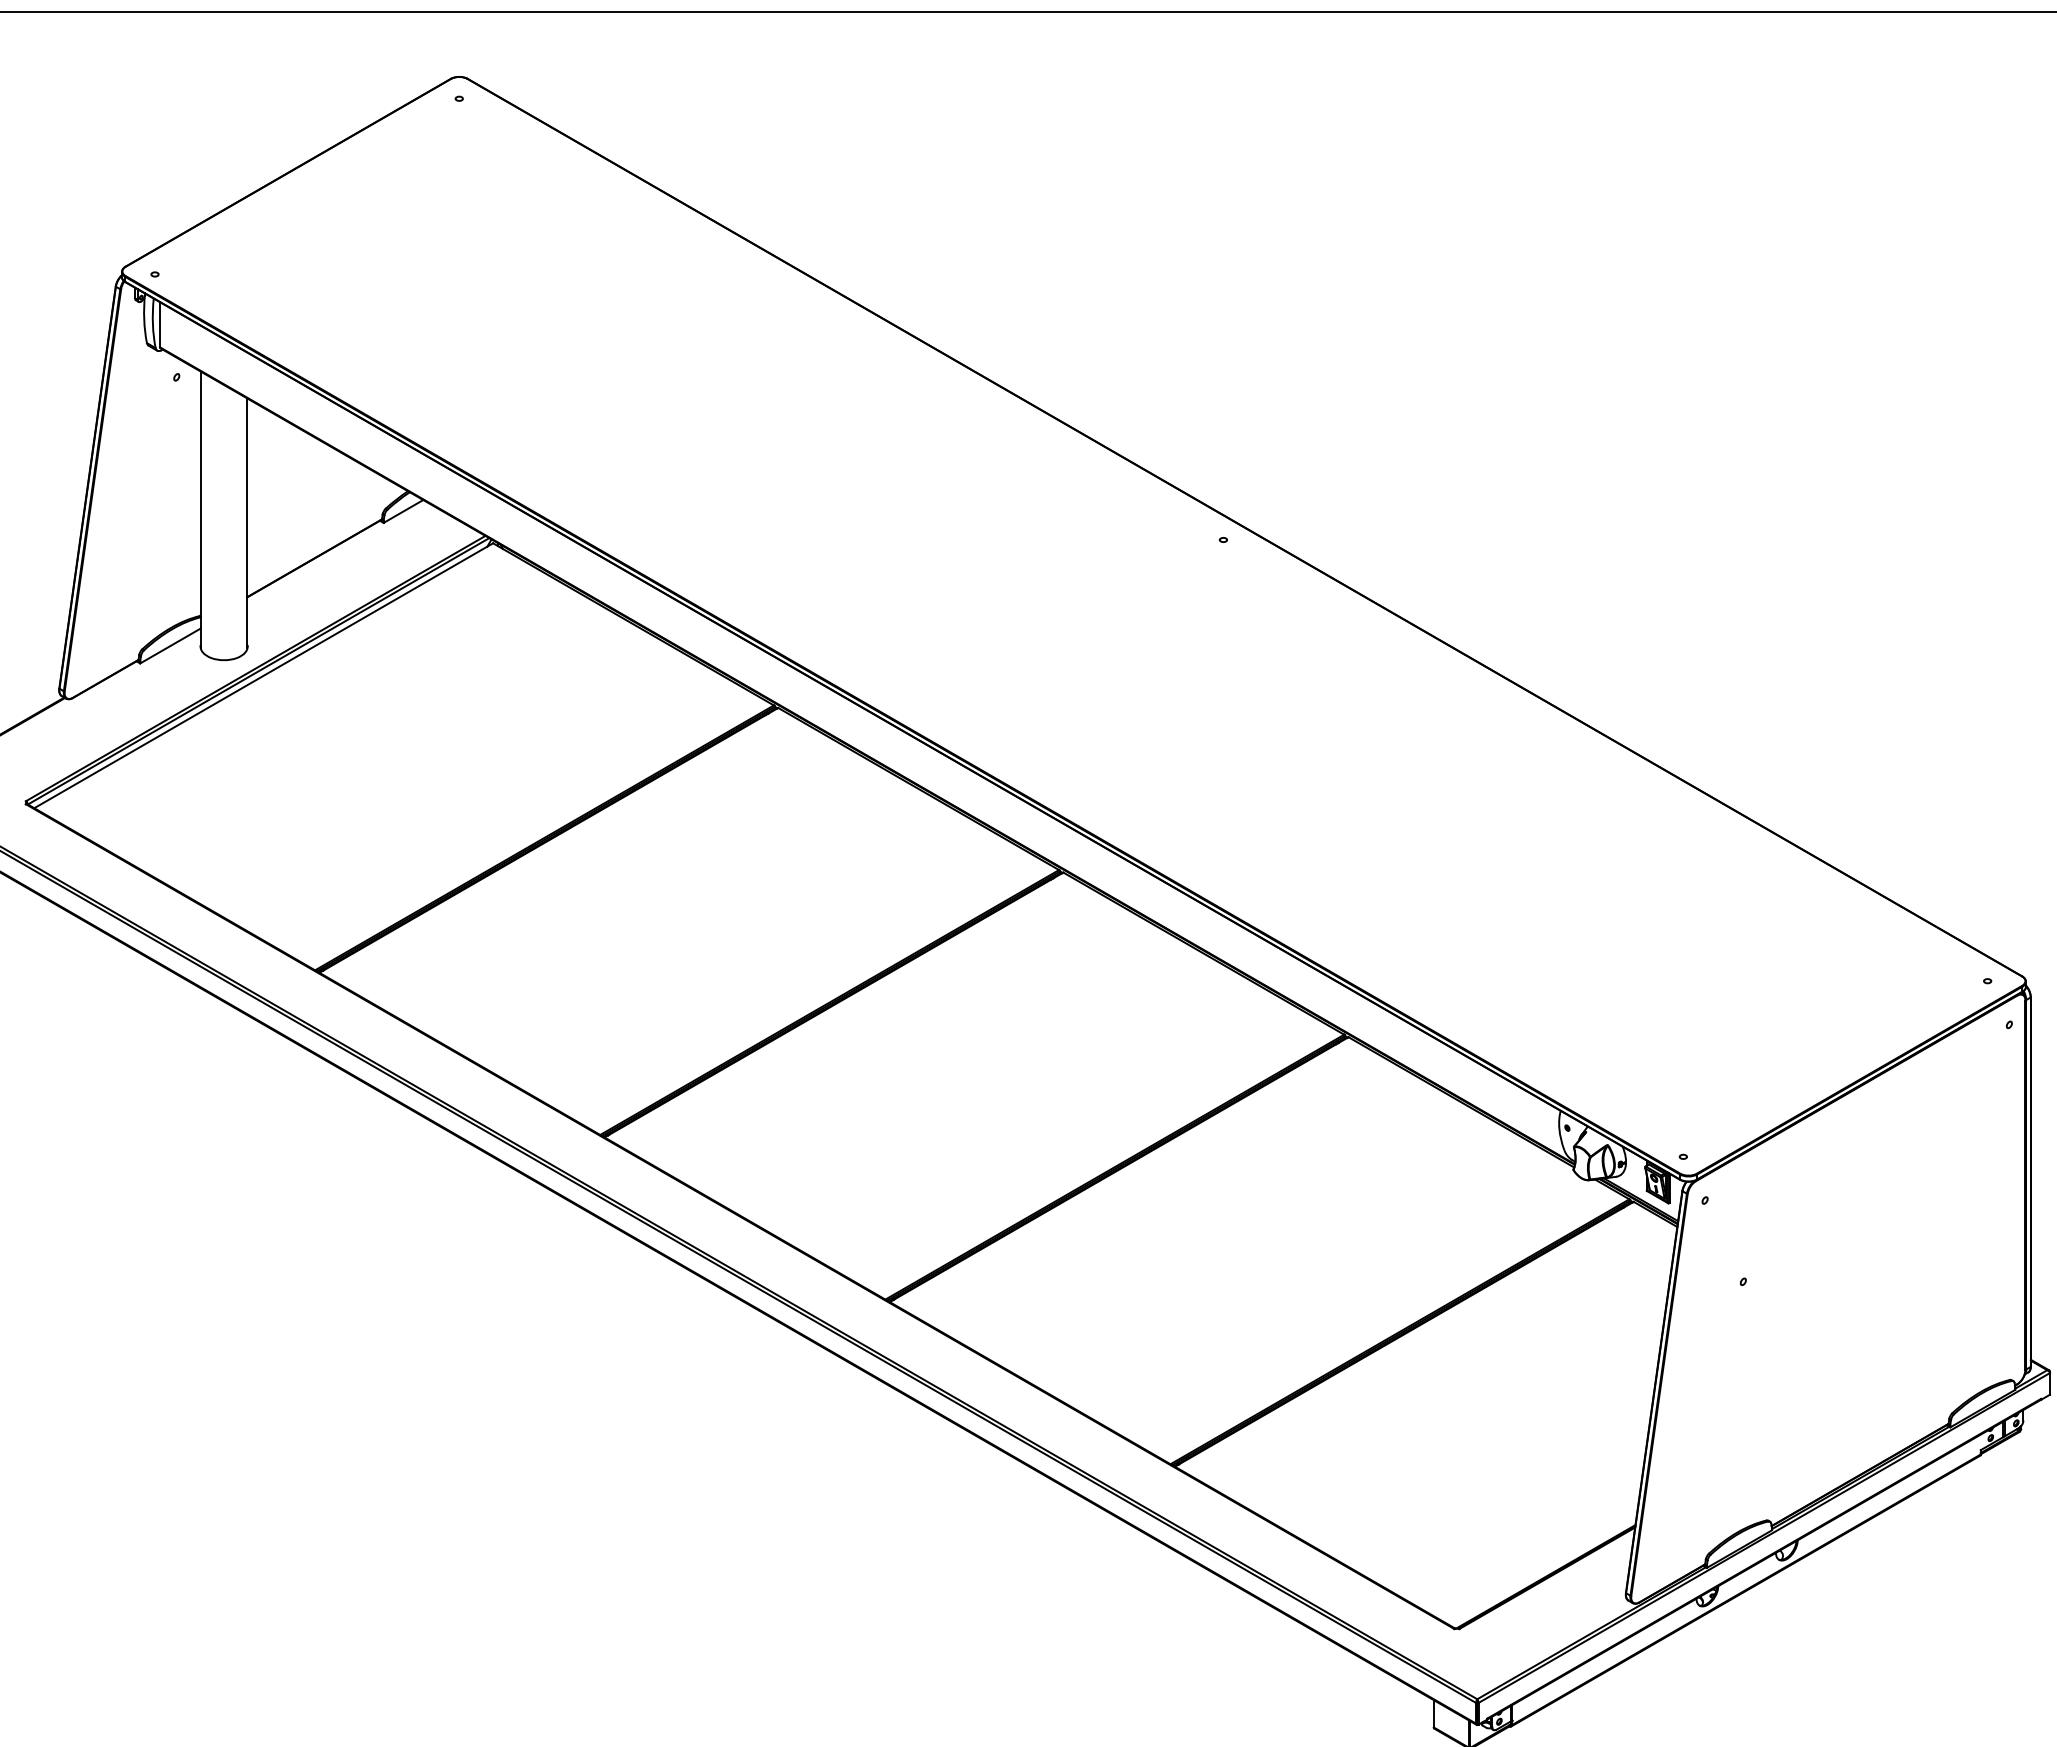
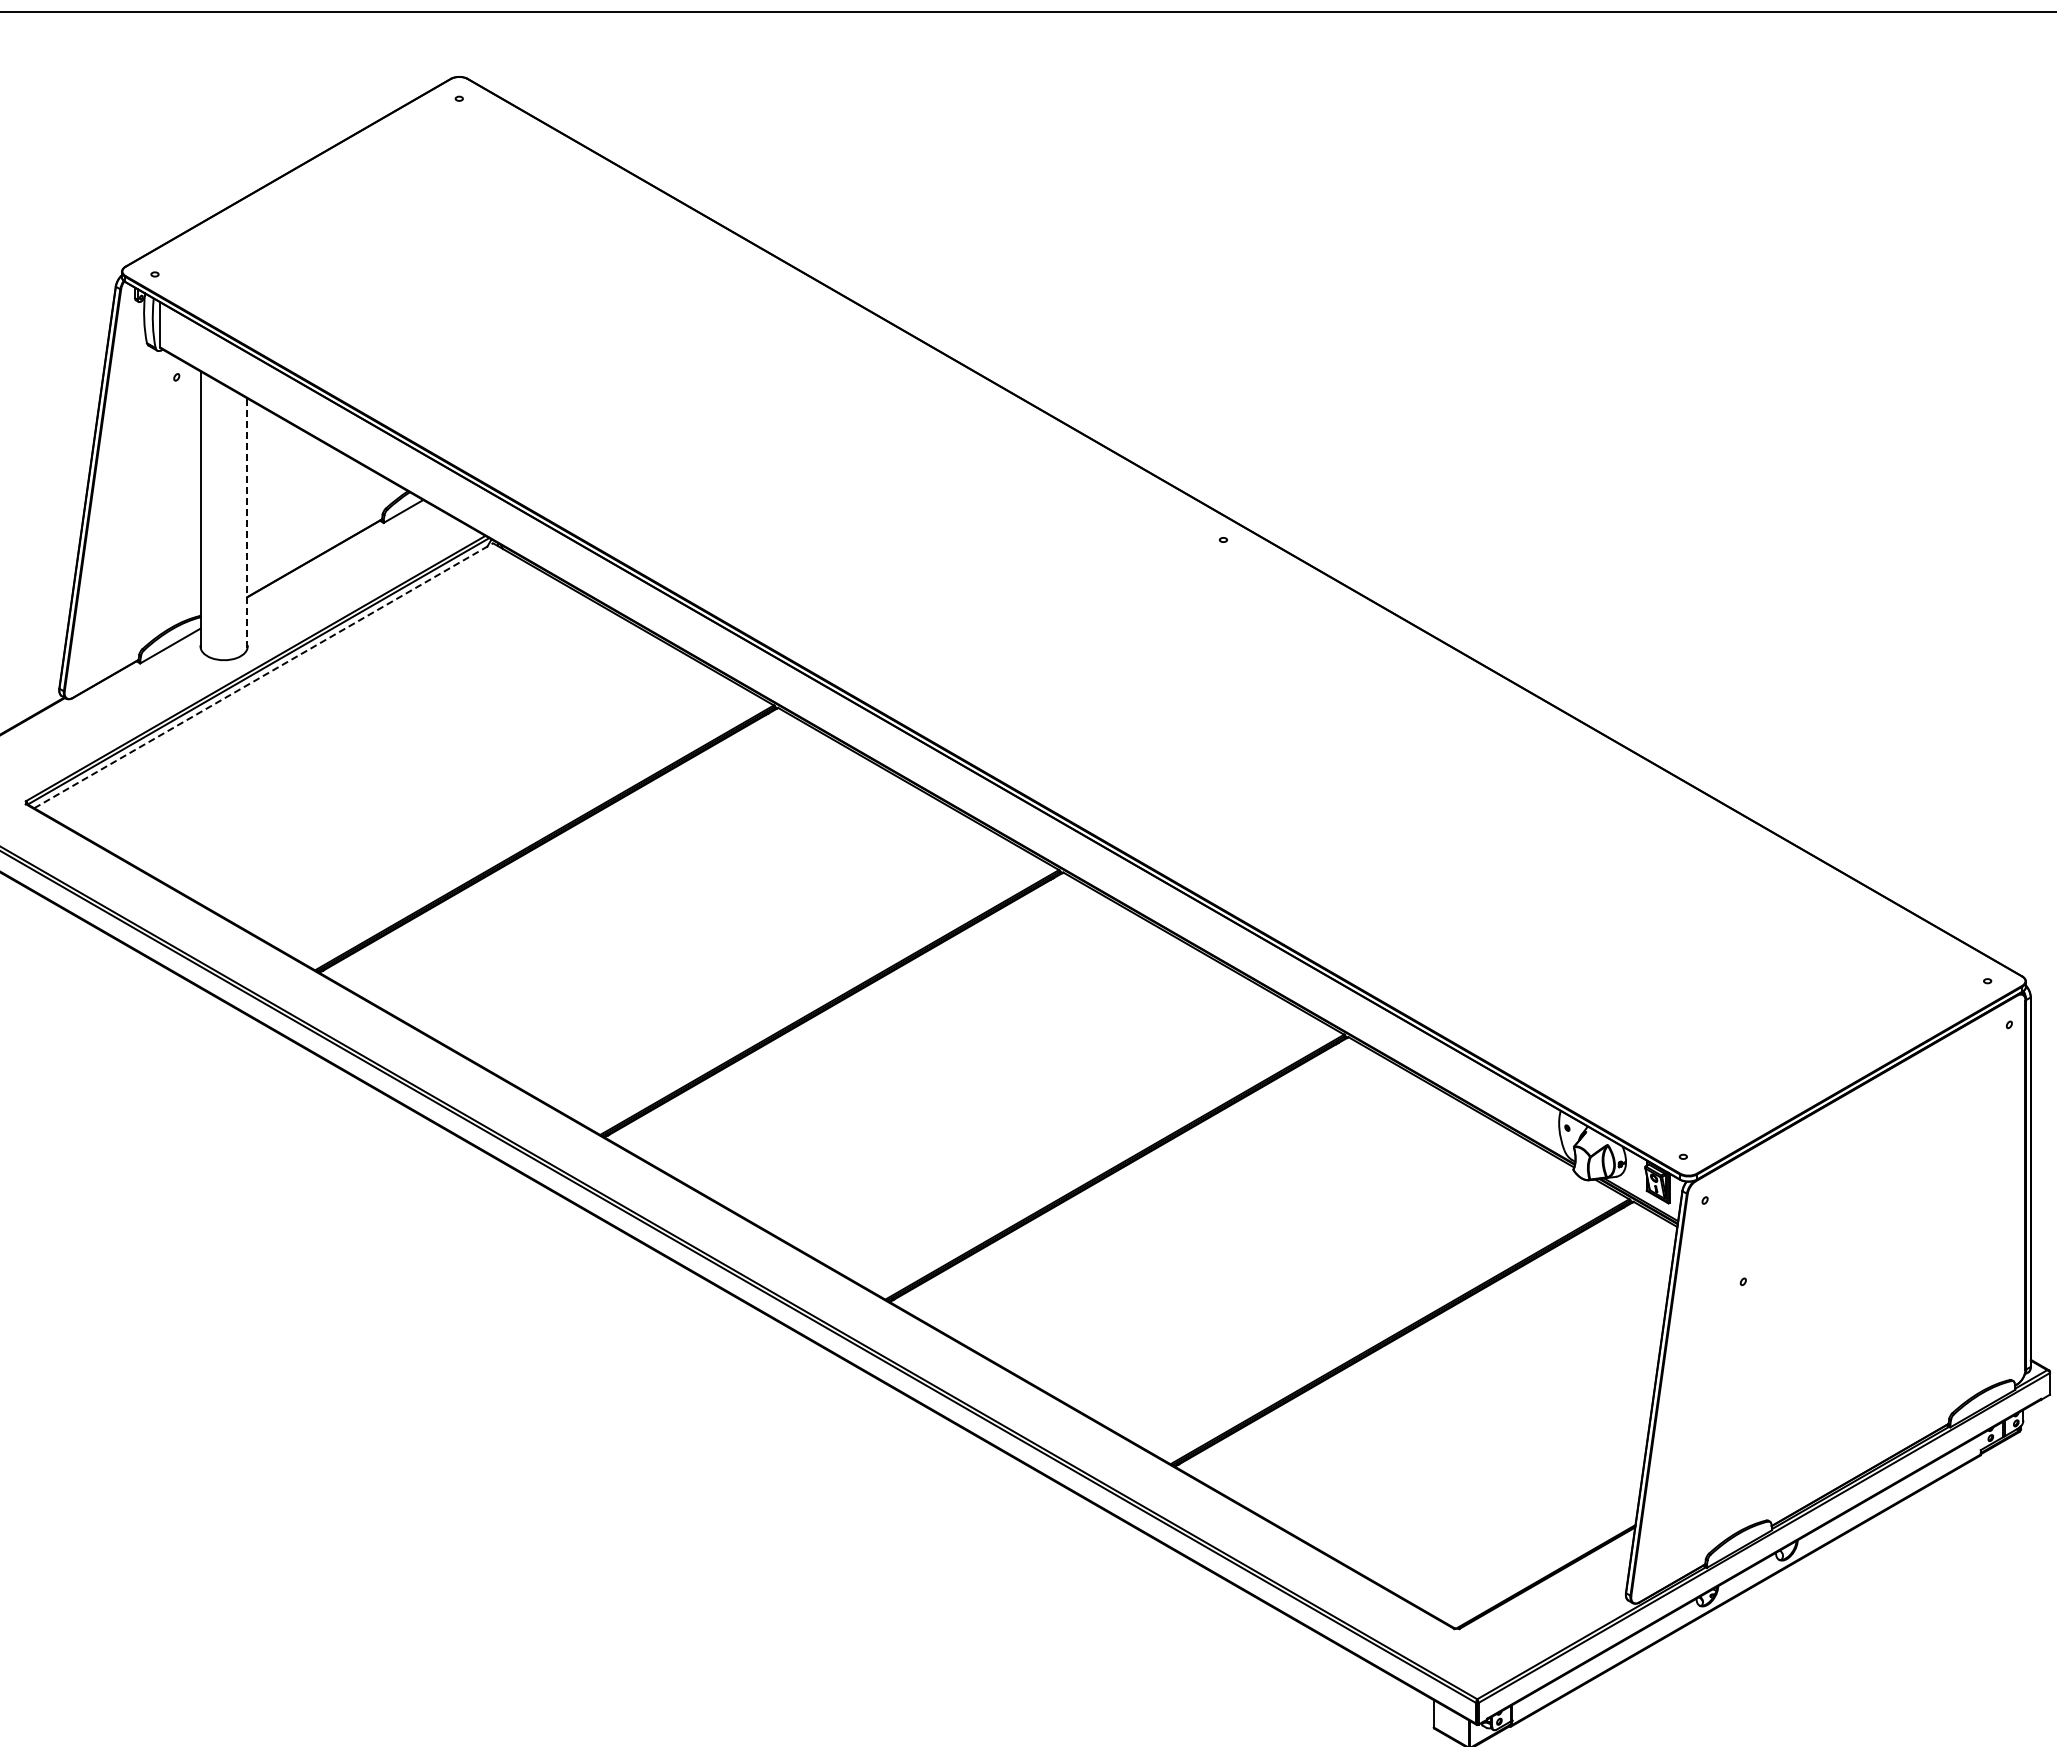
line at (247, 523): solid -> dashed
line at (263, 675): solid -> dashed
